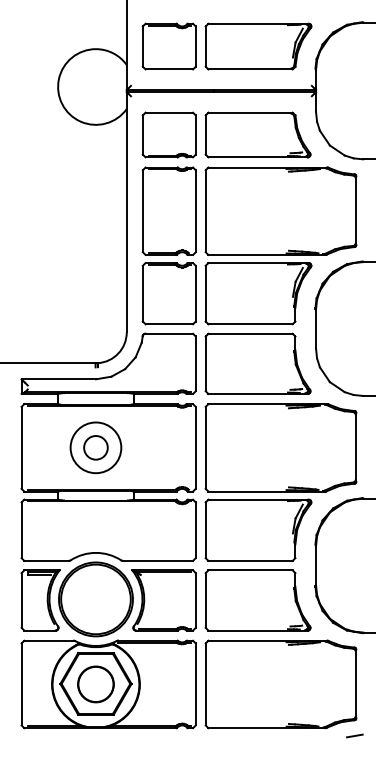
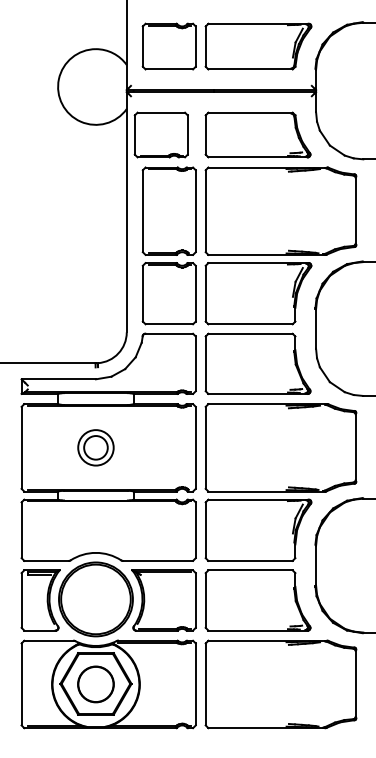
part at (168, 134) position: (168, 134) -> (160, 134)
circle at (95, 447) diameter: 51 px -> 35 px
line at (354, 735): present -> none
